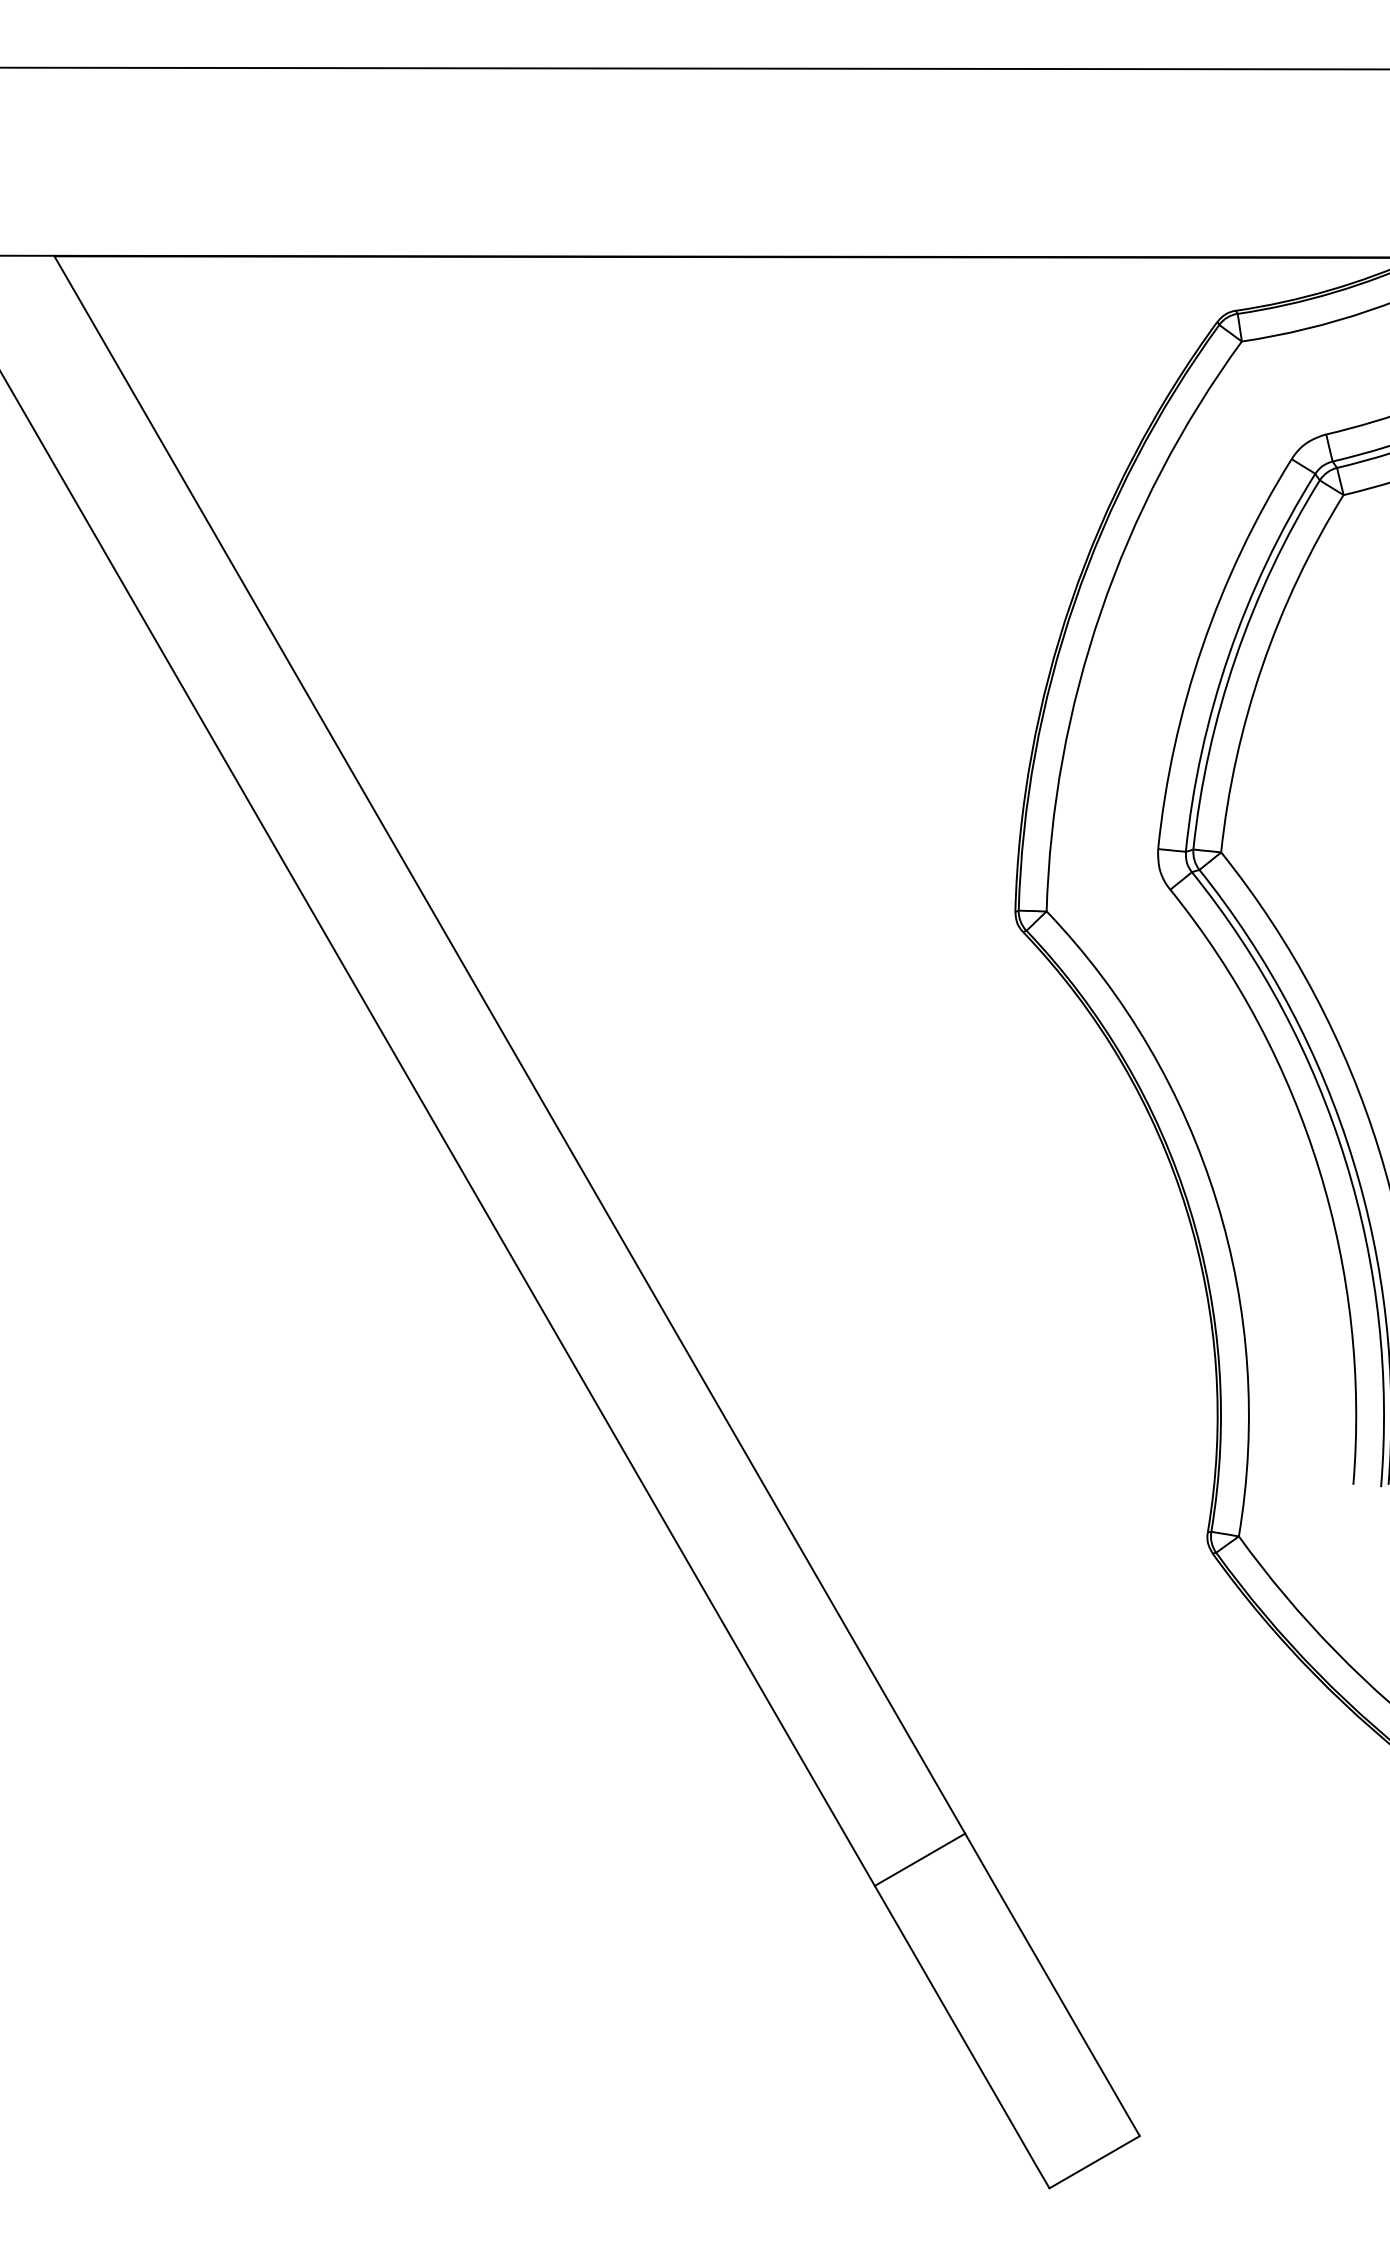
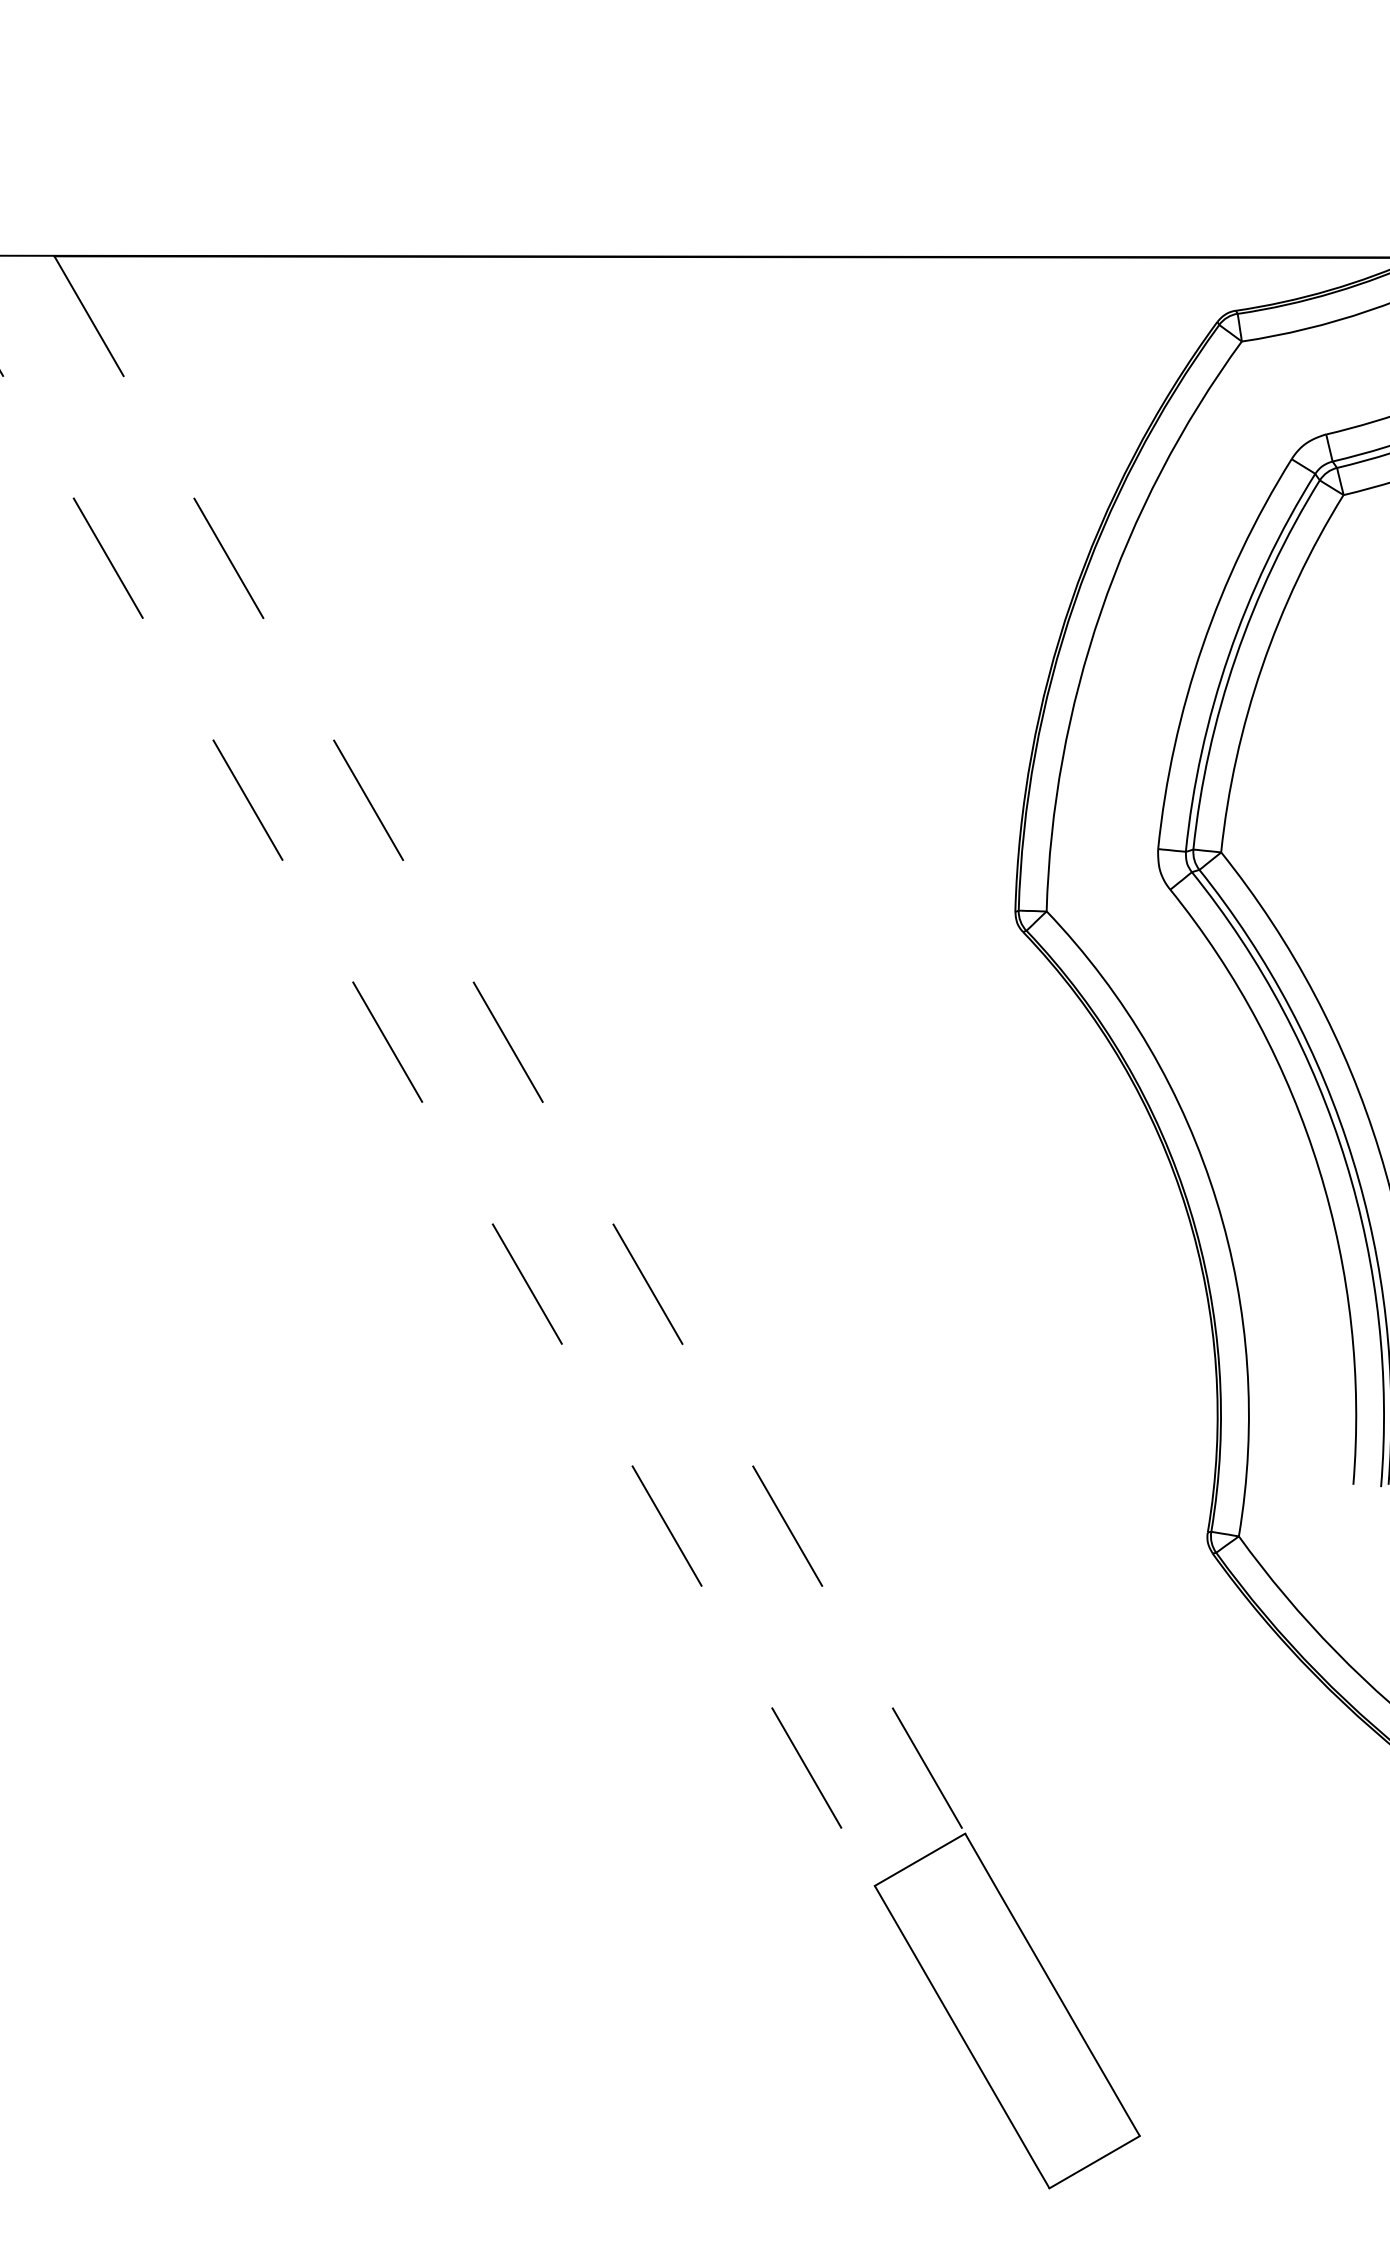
line at (694, 68): present -> none
line at (509, 1044): solid -> dashed
line at (437, 1128): solid -> dashed
